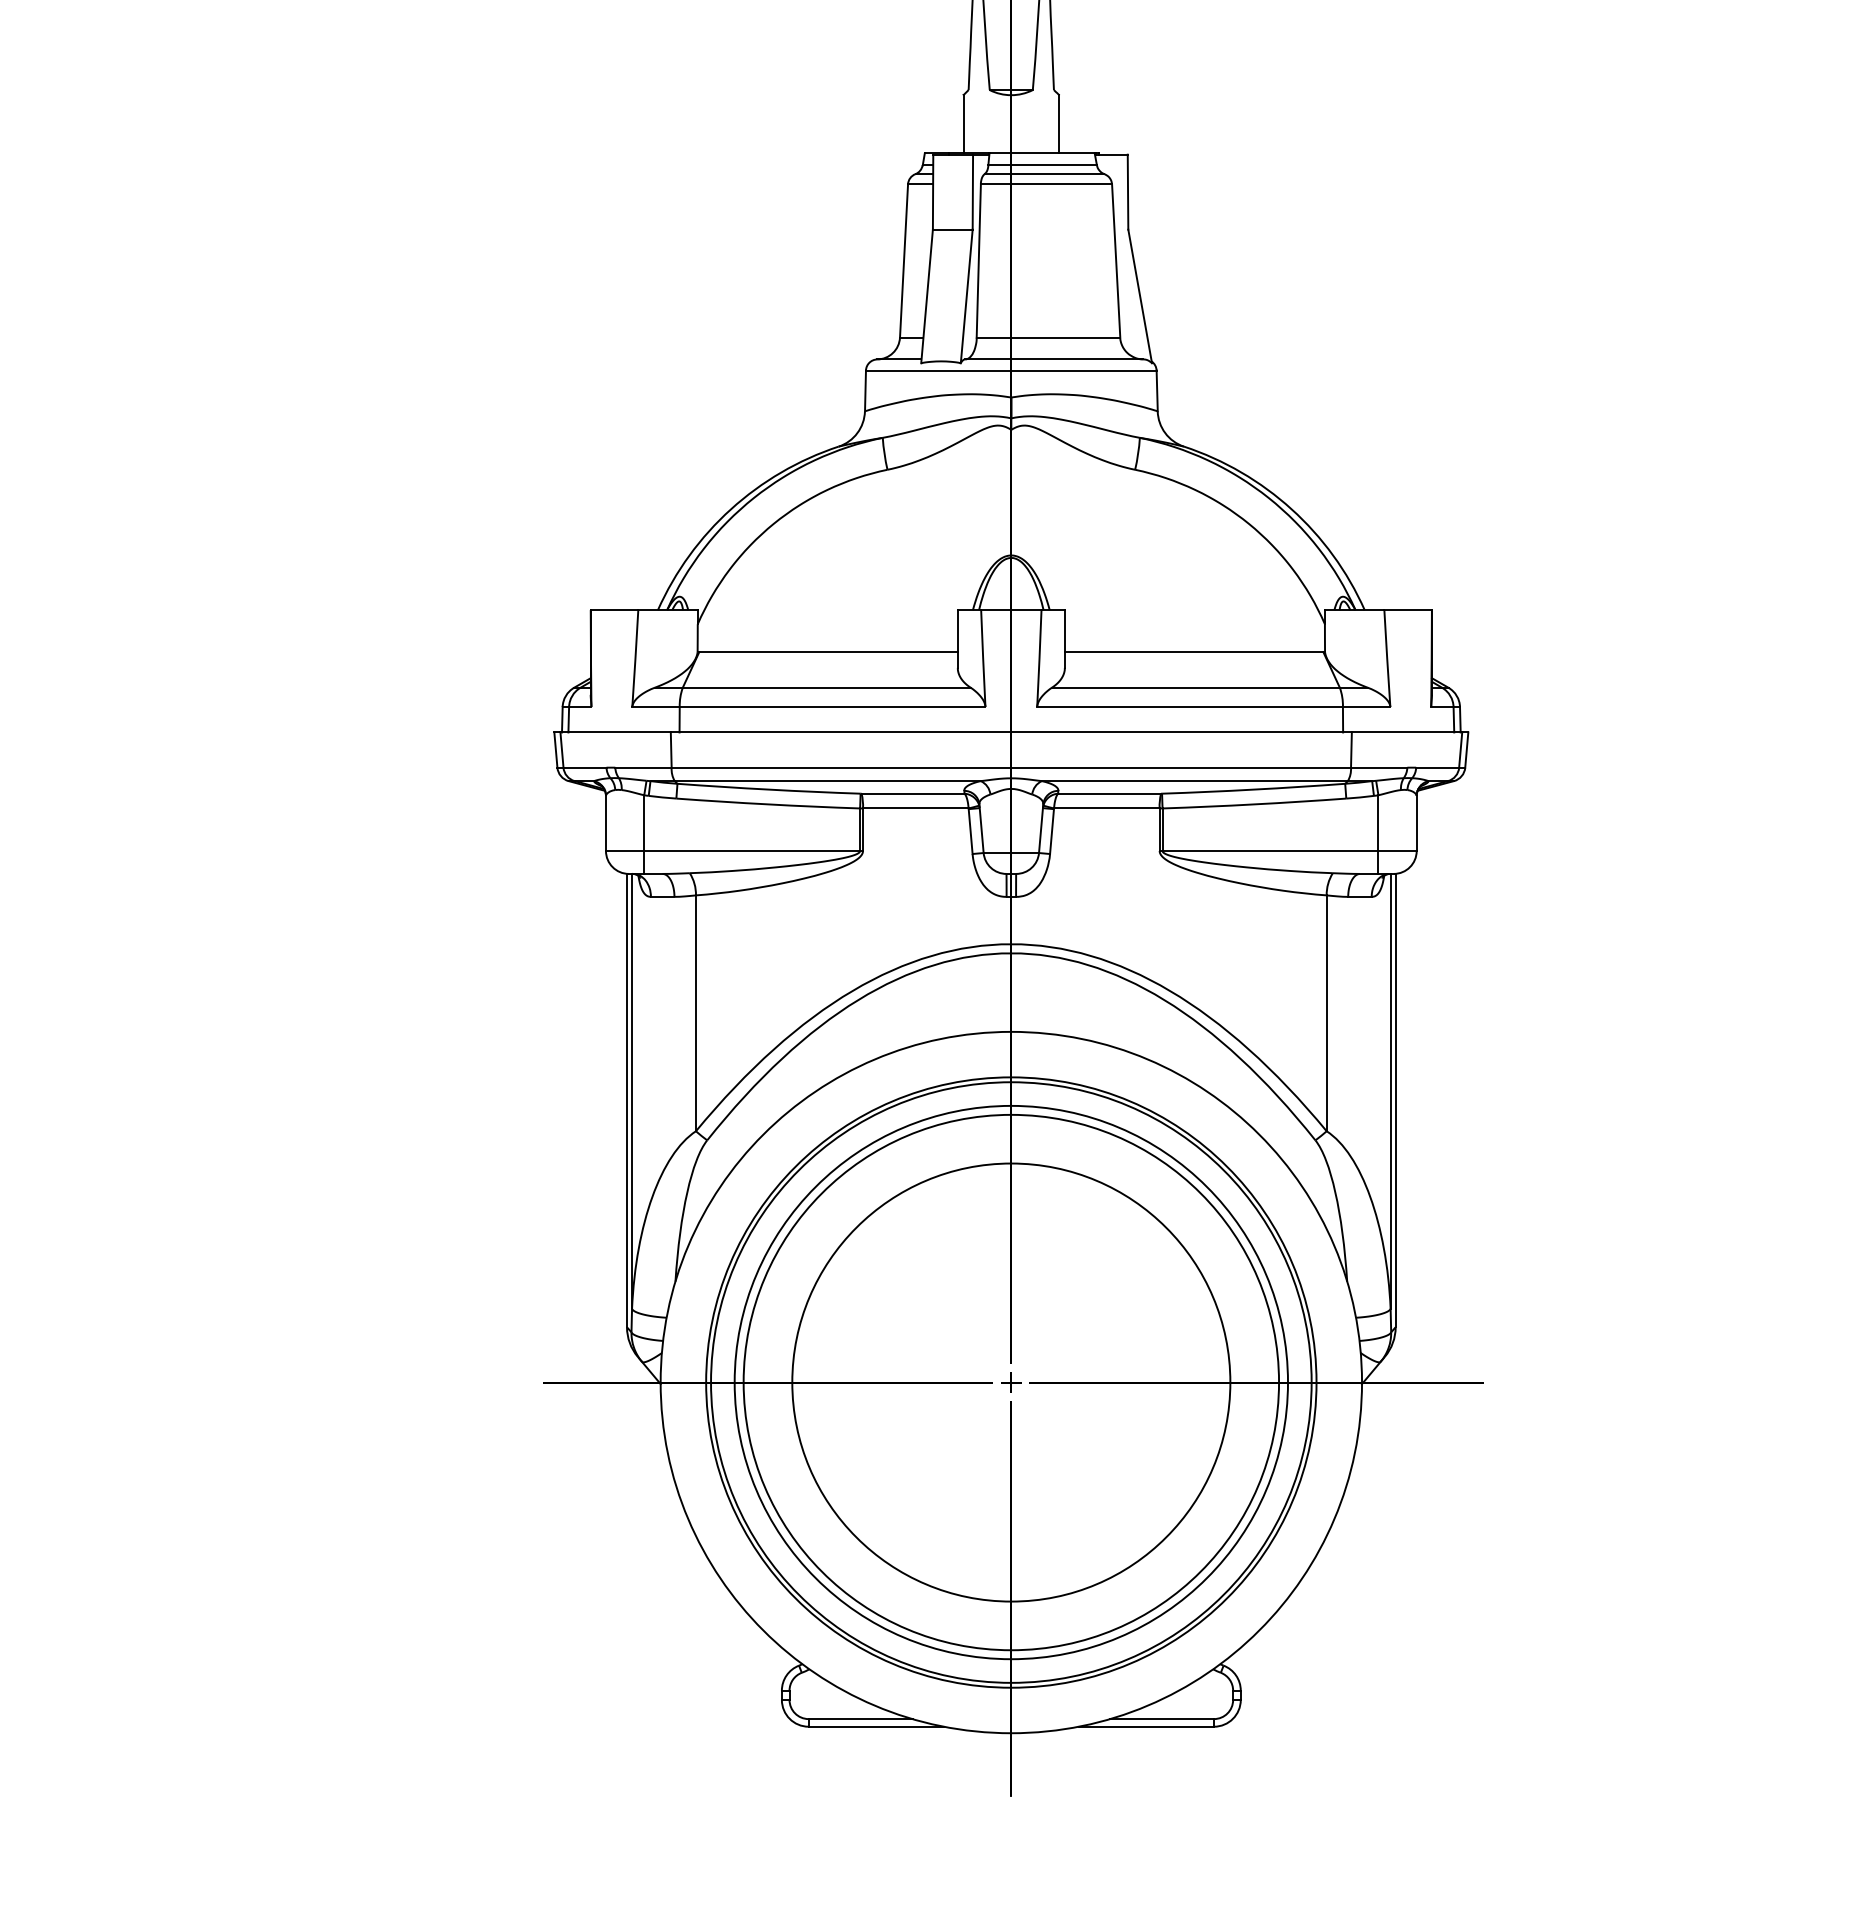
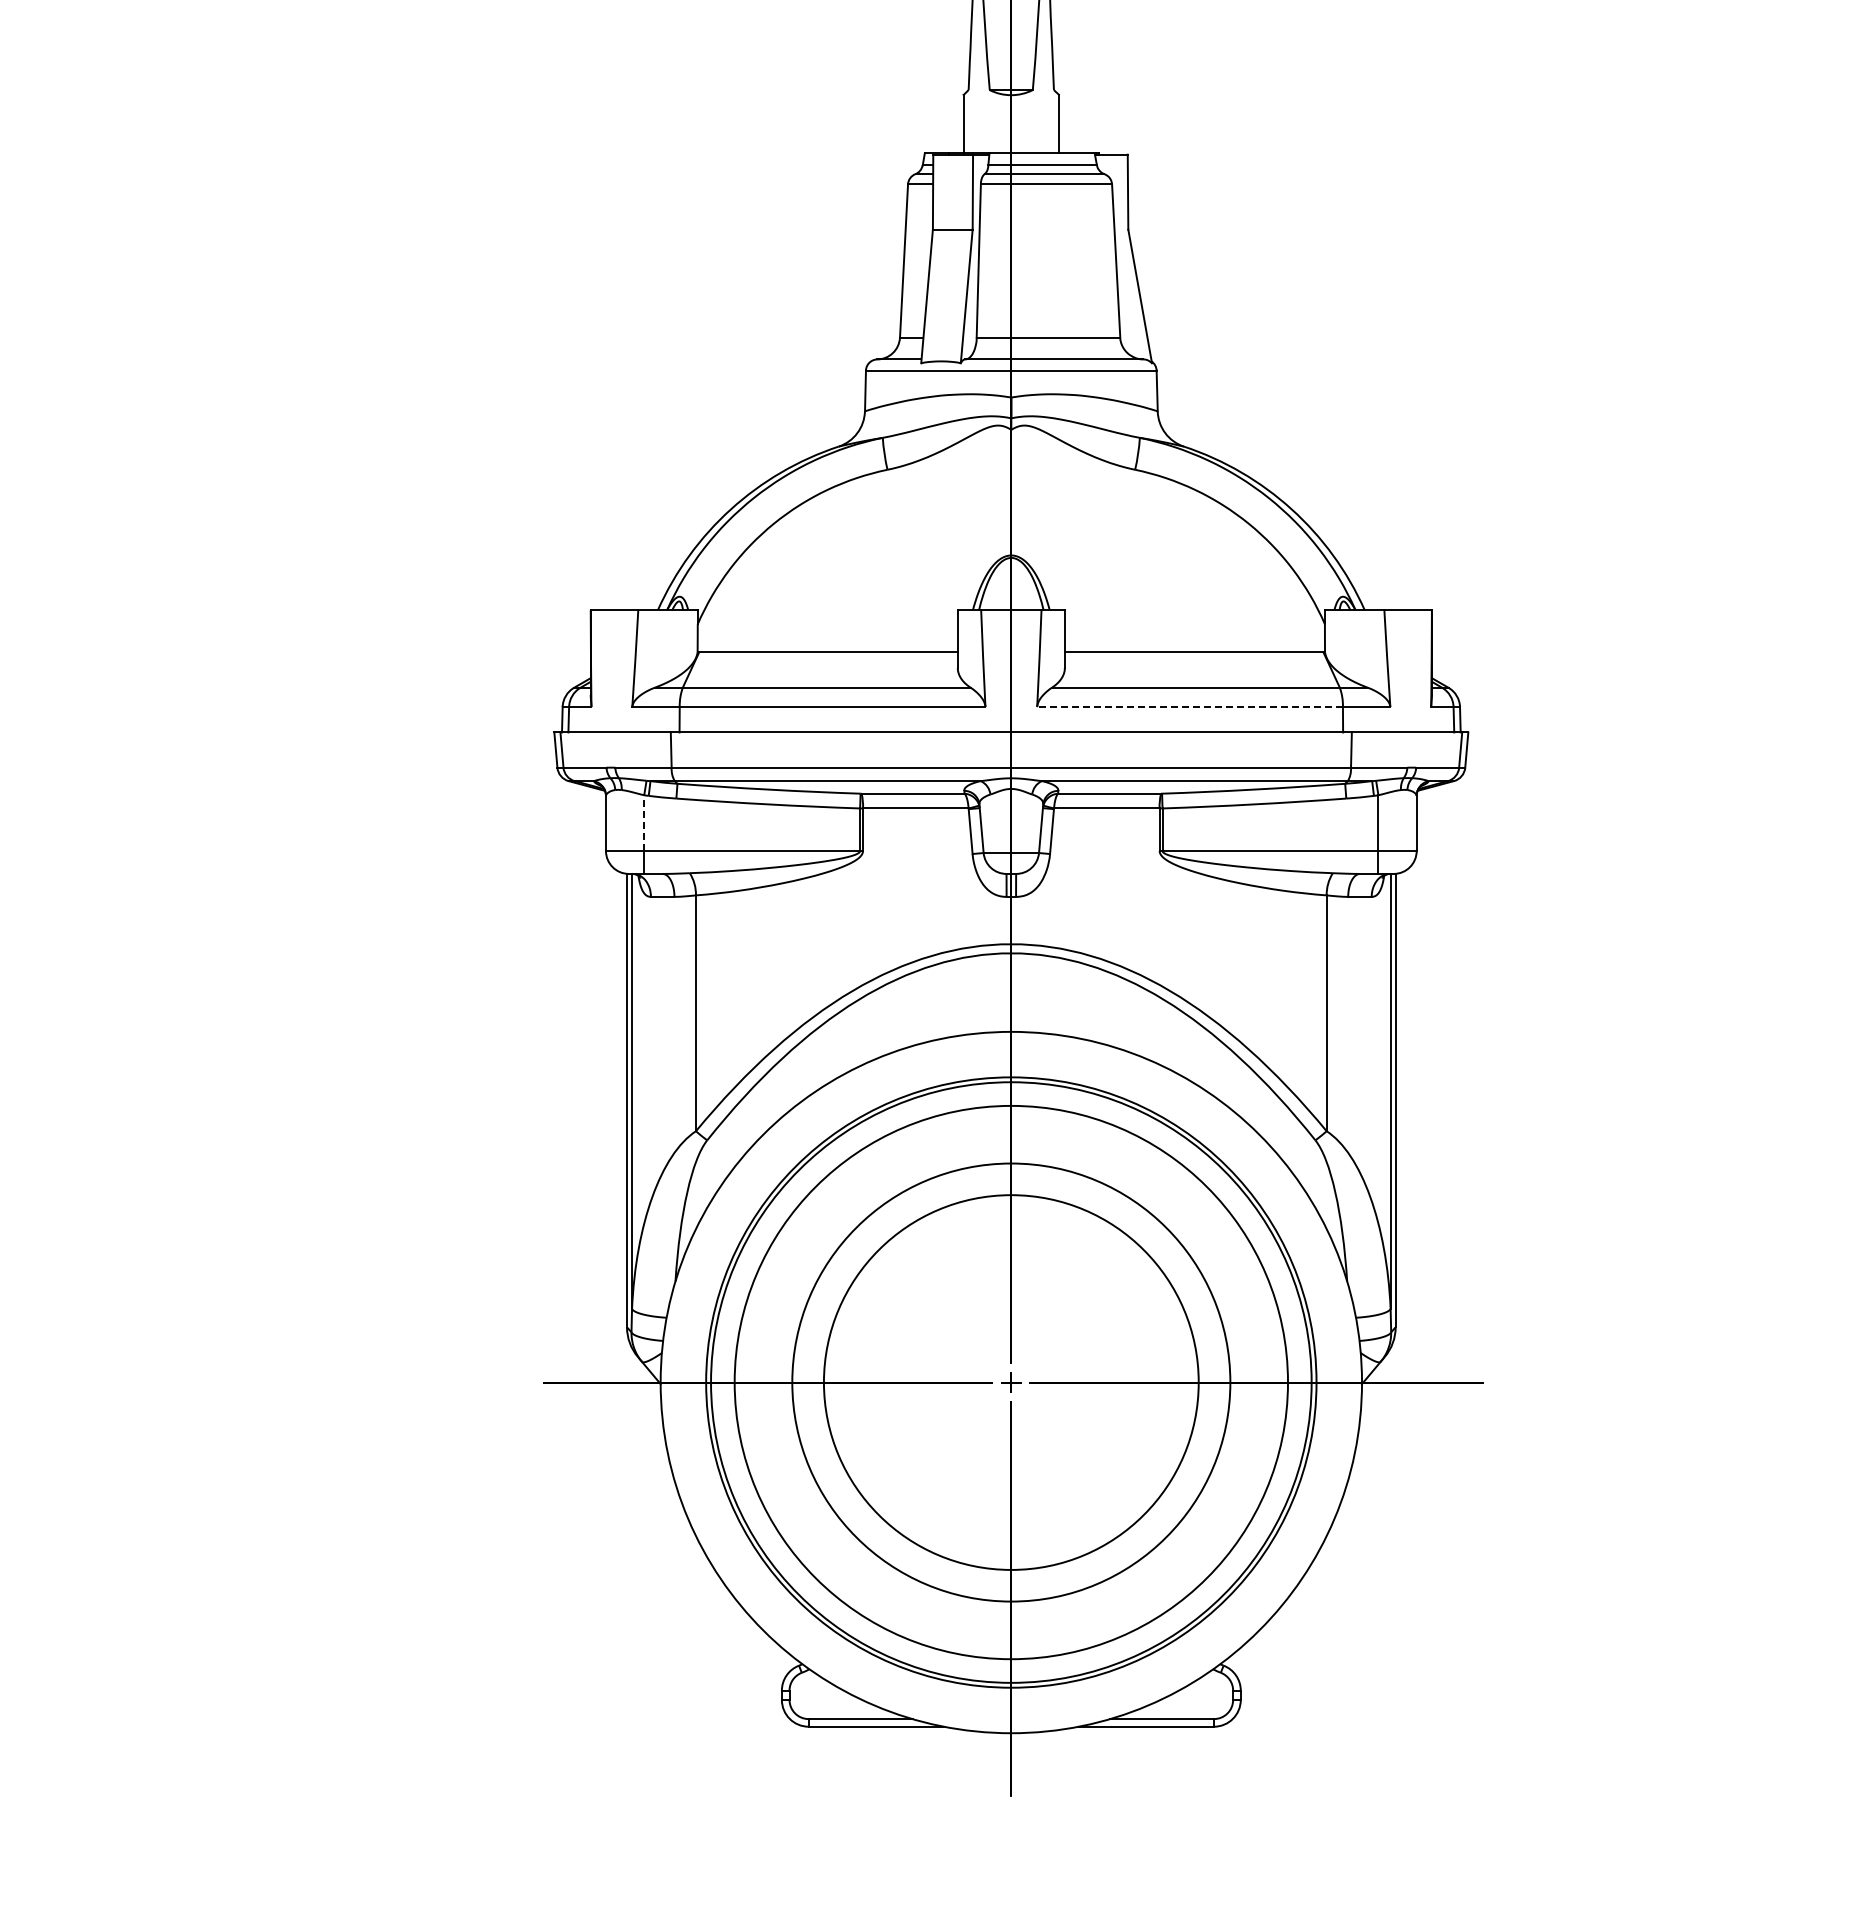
line at (1190, 707): solid -> dashed
line at (644, 823): solid -> dashed
circle at (1011, 1382) diameter: 535 px -> 375 px
